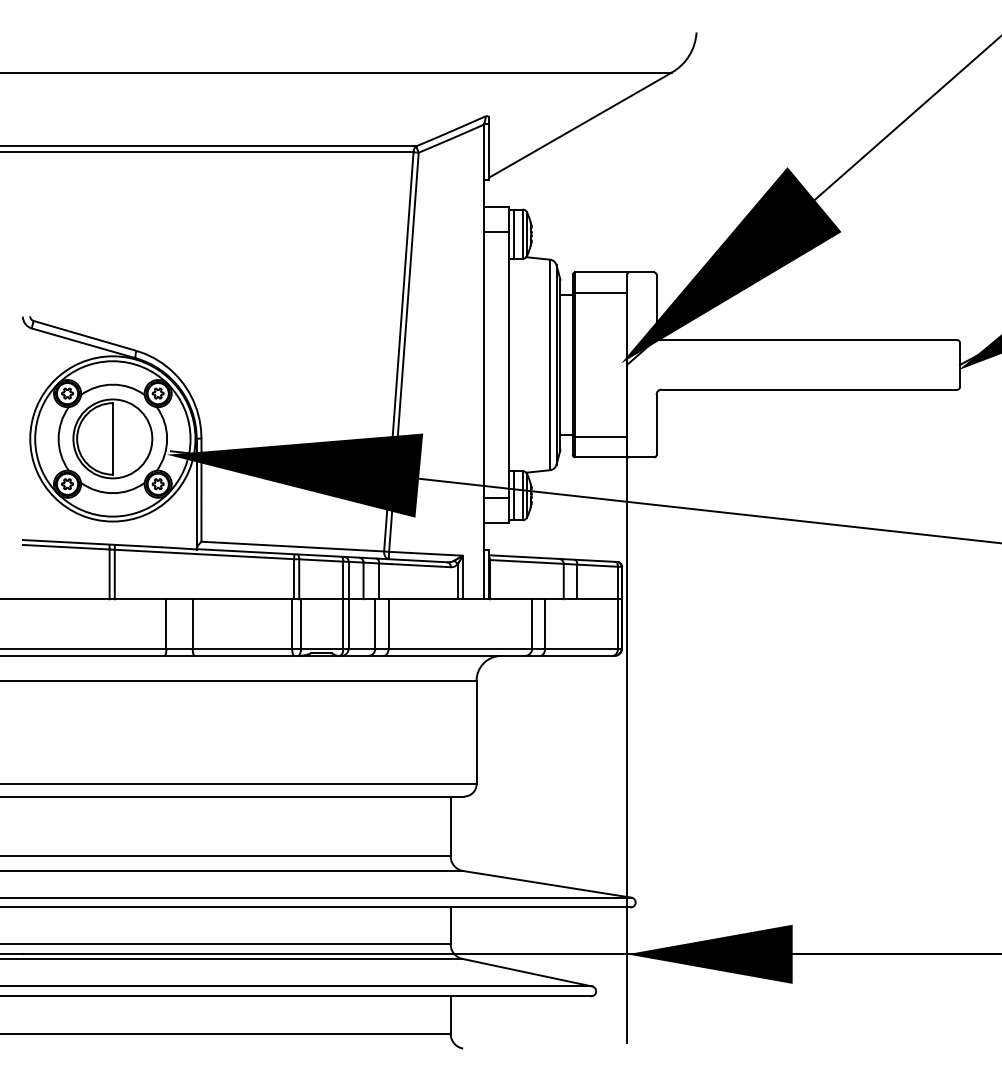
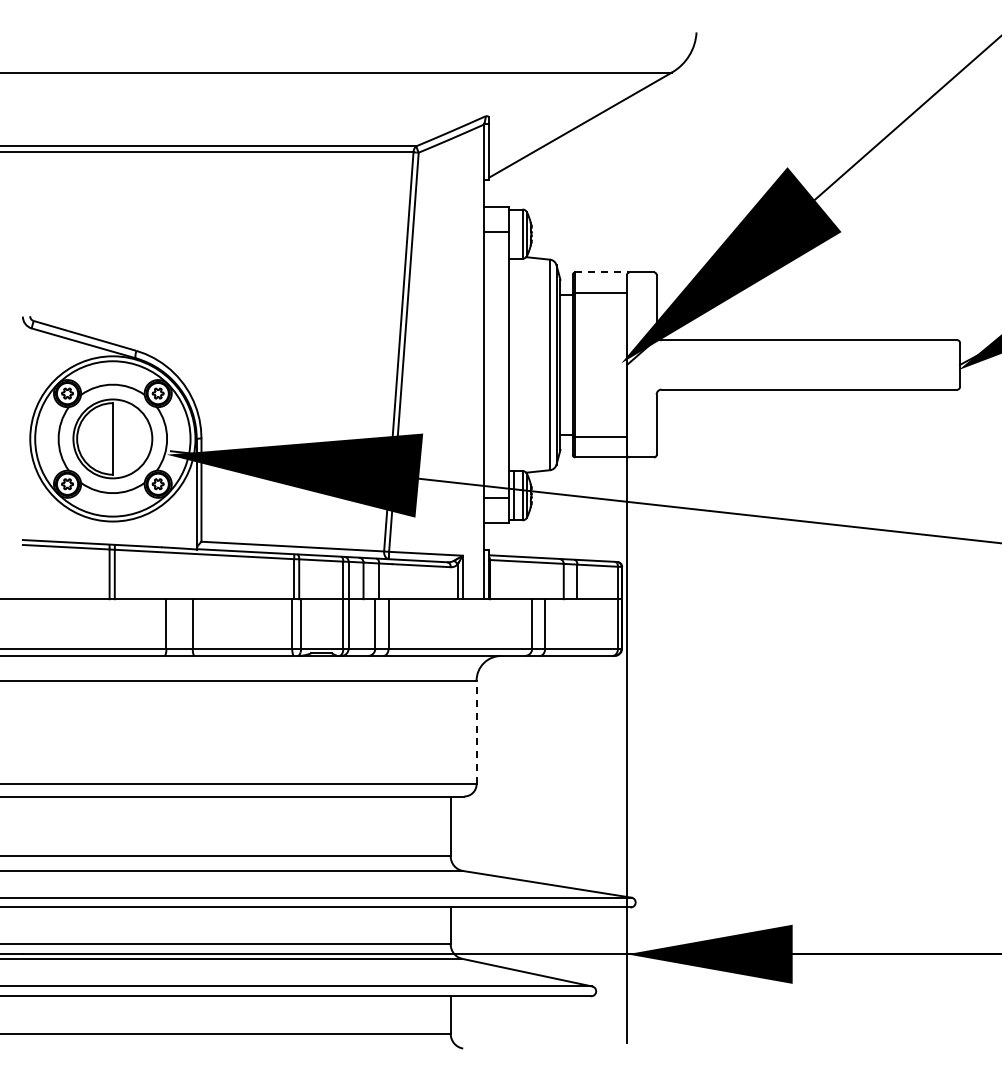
line at (513, 233): present -> none
line at (601, 272): solid -> dashed
line at (476, 732): solid -> dashed
